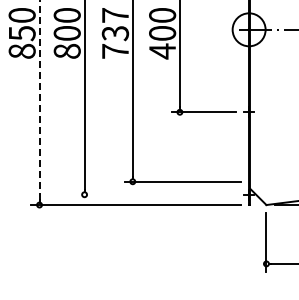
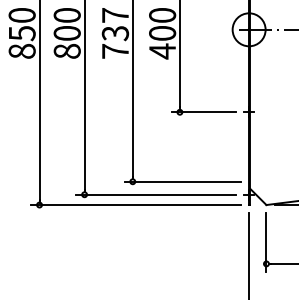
line at (39, 100): dashed -> solid
line at (155, 194): none -> present
line at (249, 254): none -> present
